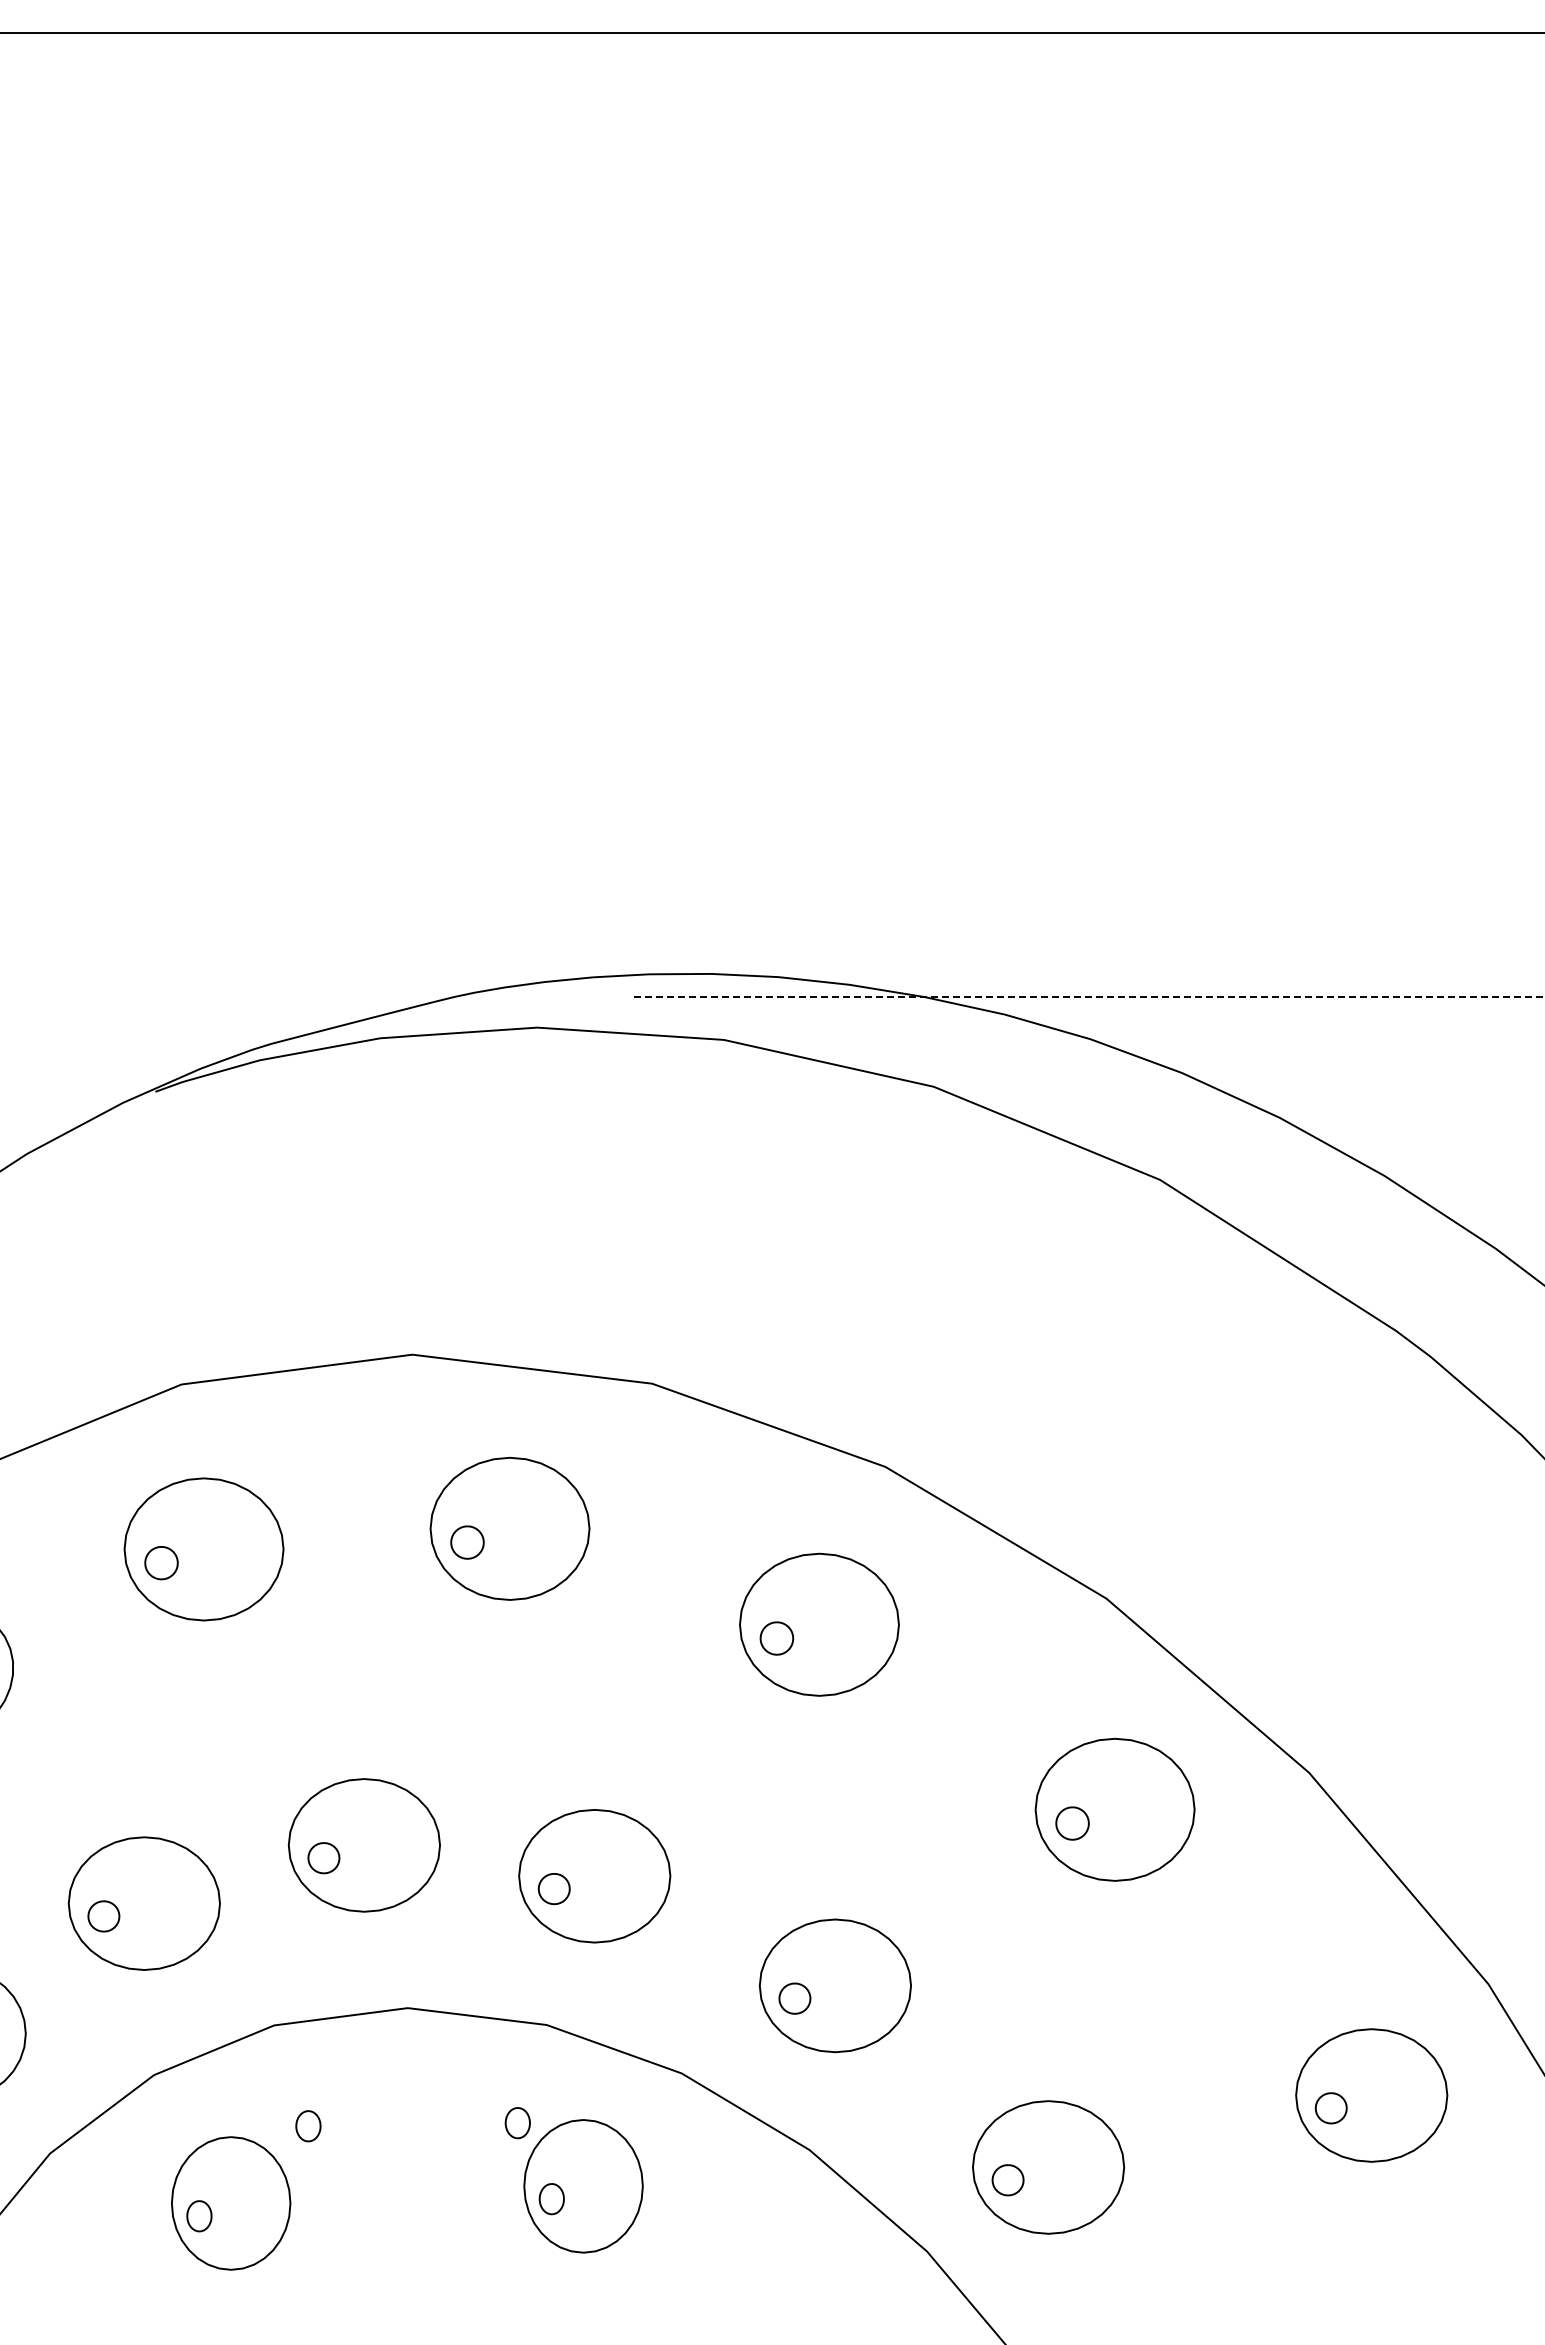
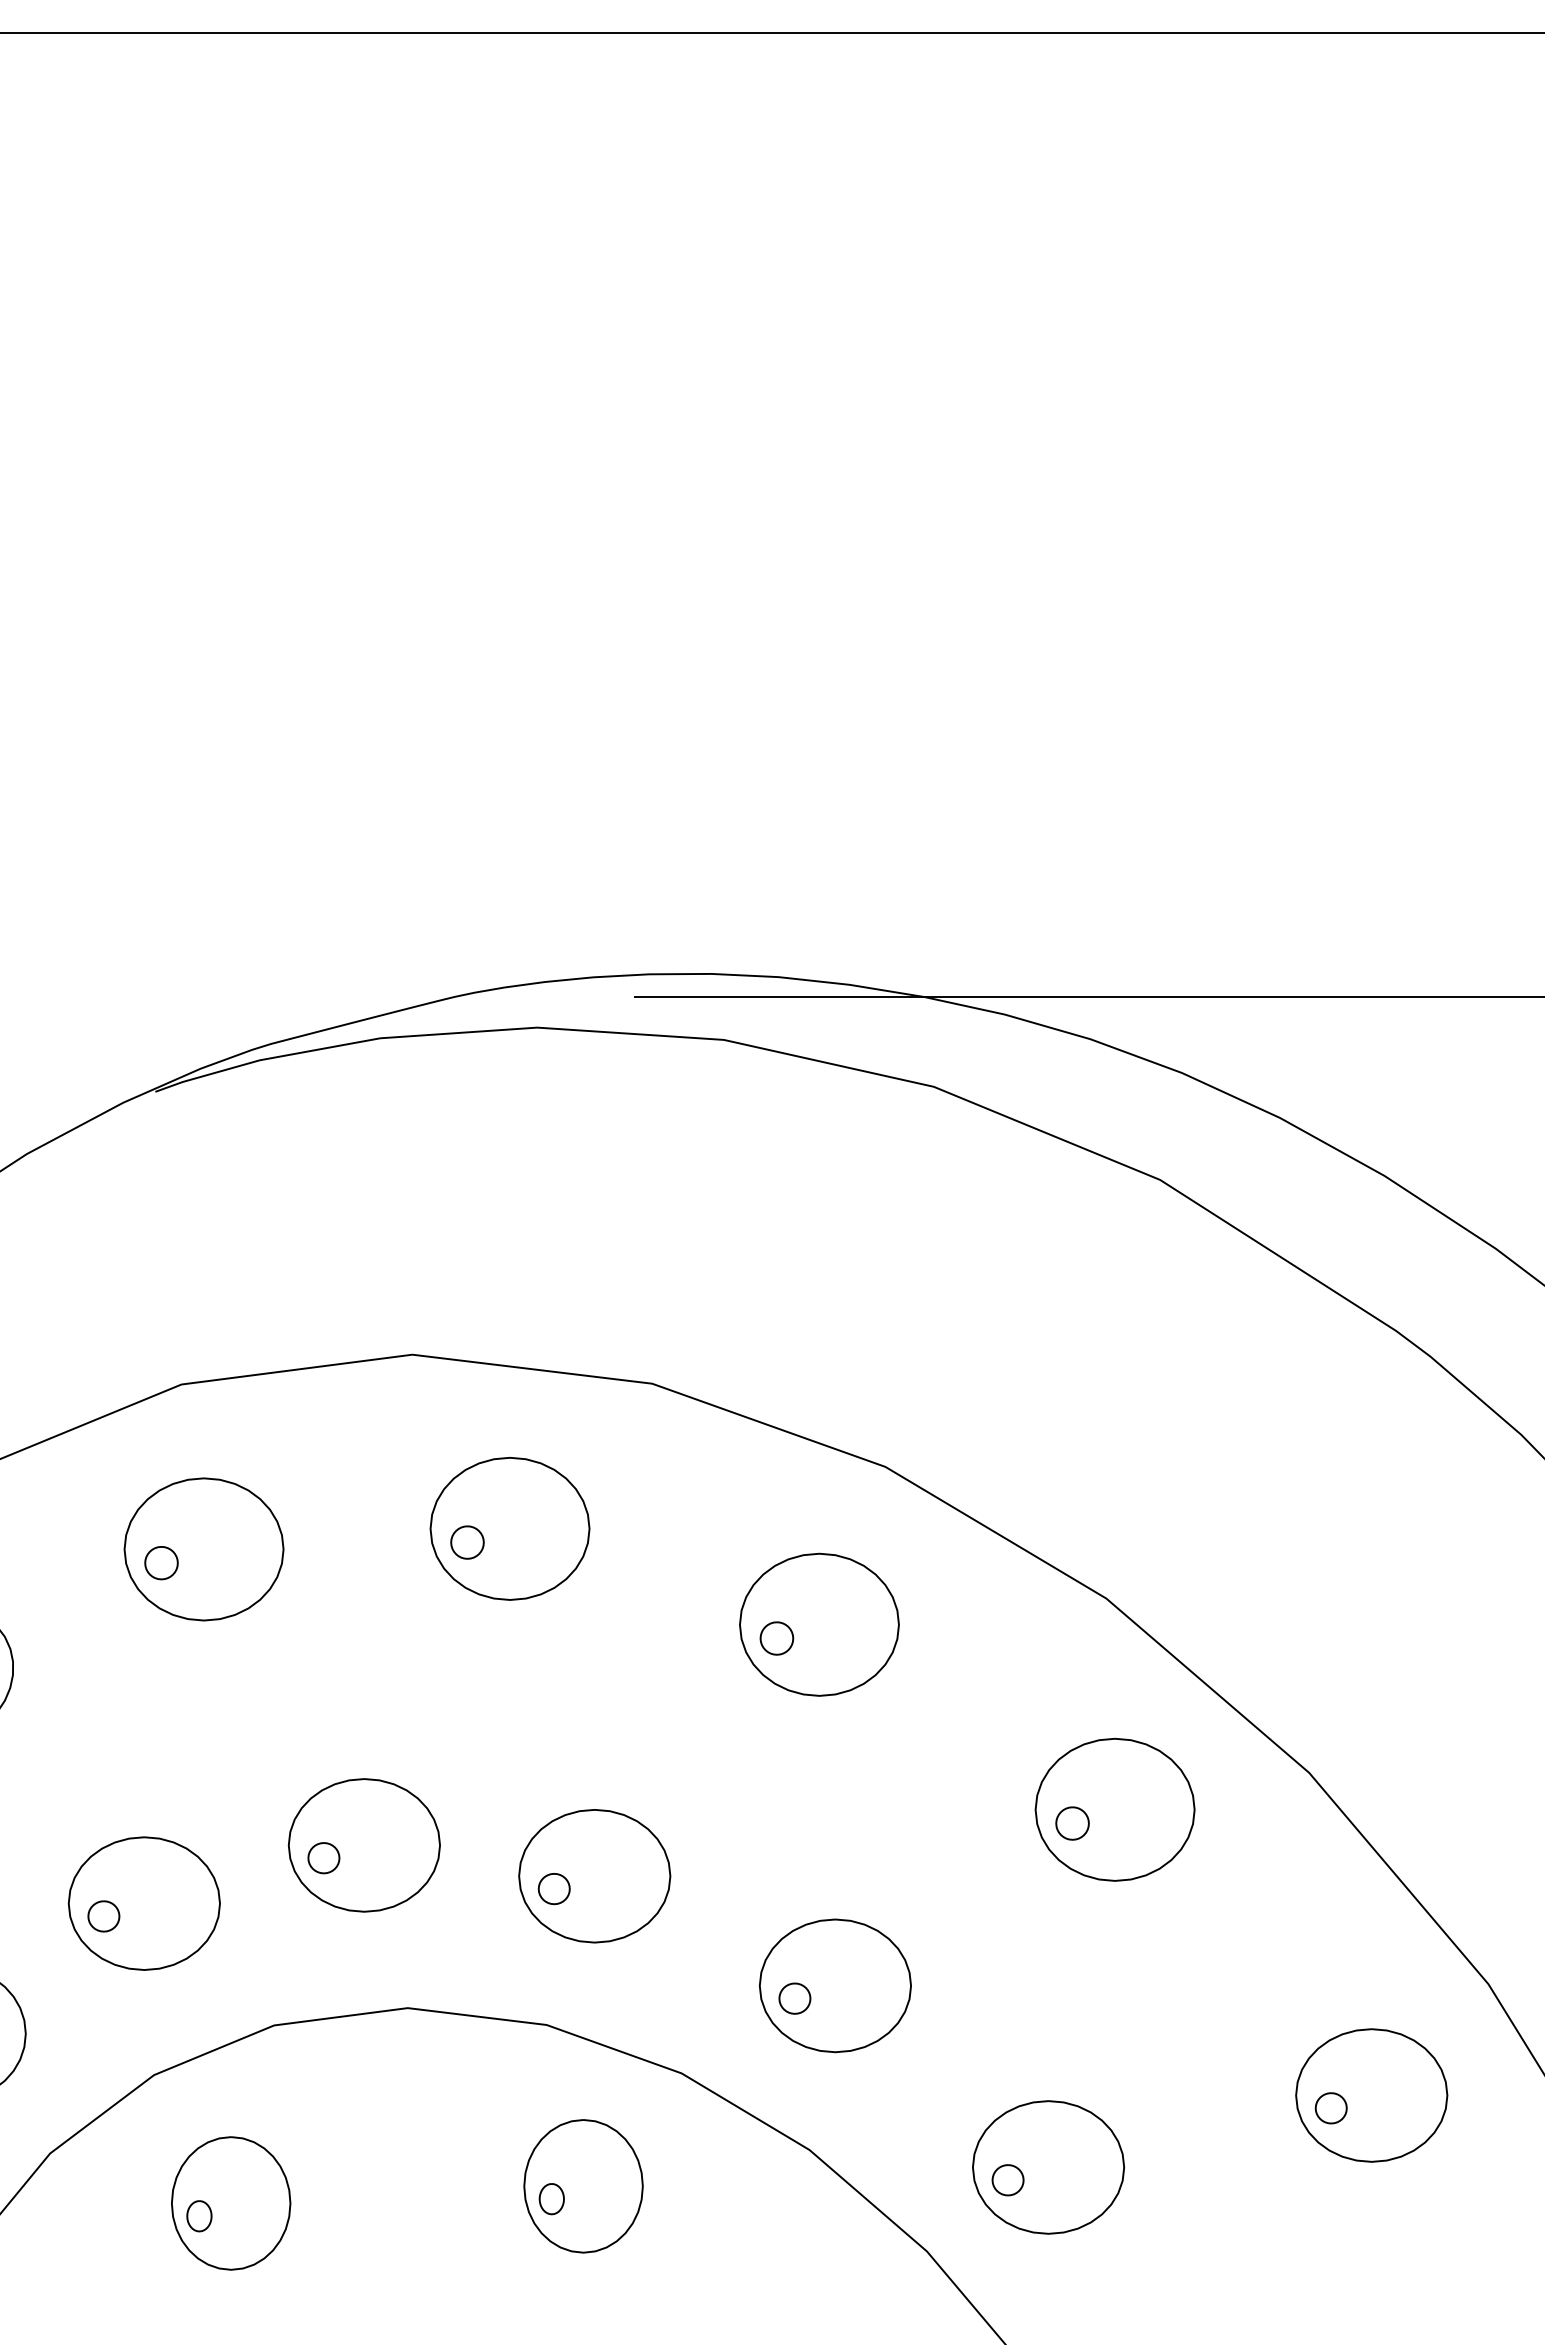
line at (1088, 996): dashed -> solid
part at (517, 2123): present -> none
part at (308, 2126): present -> none
